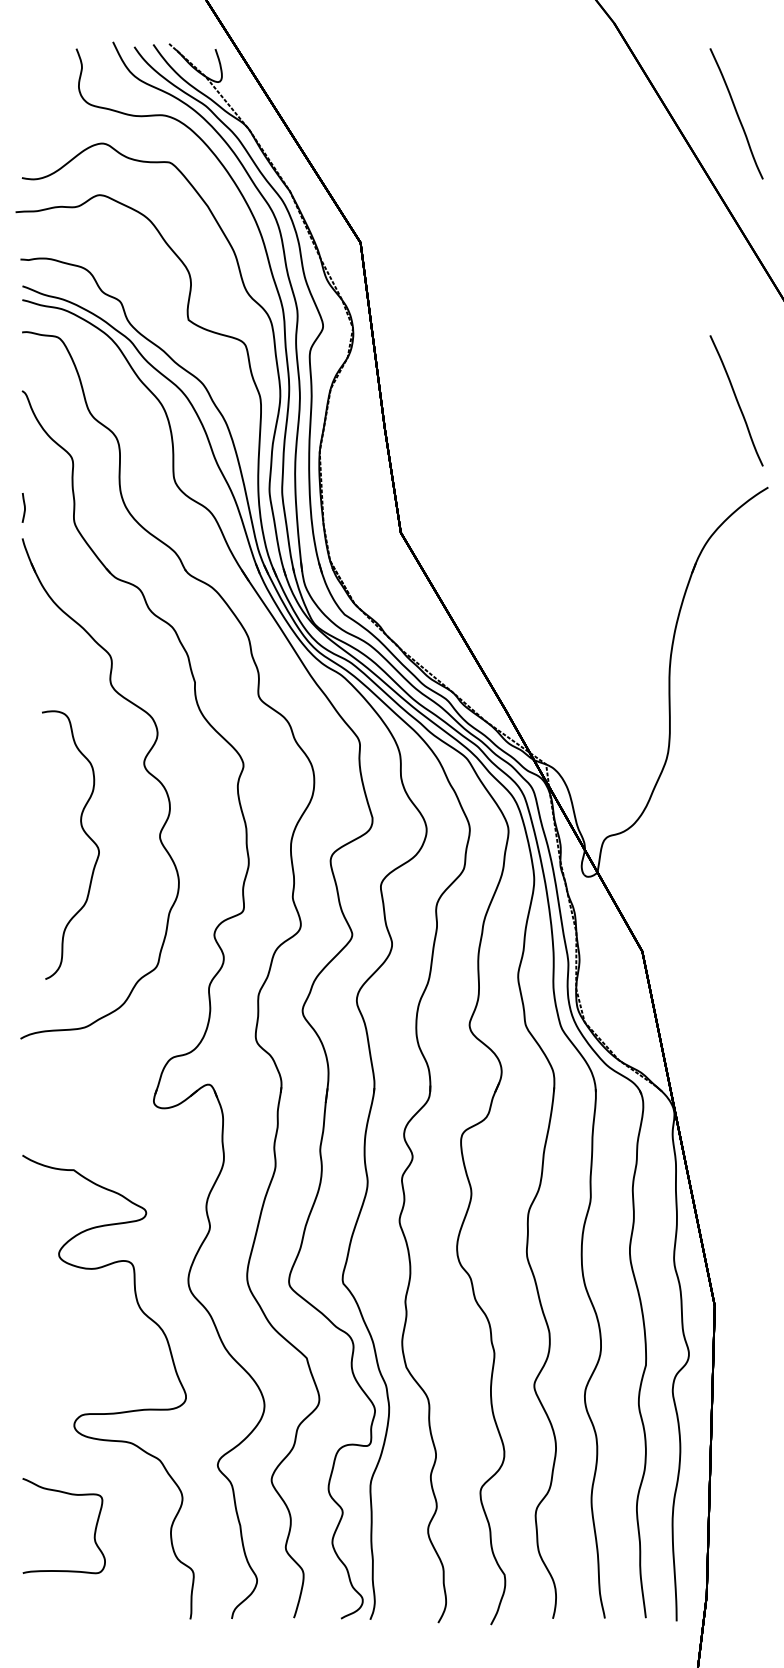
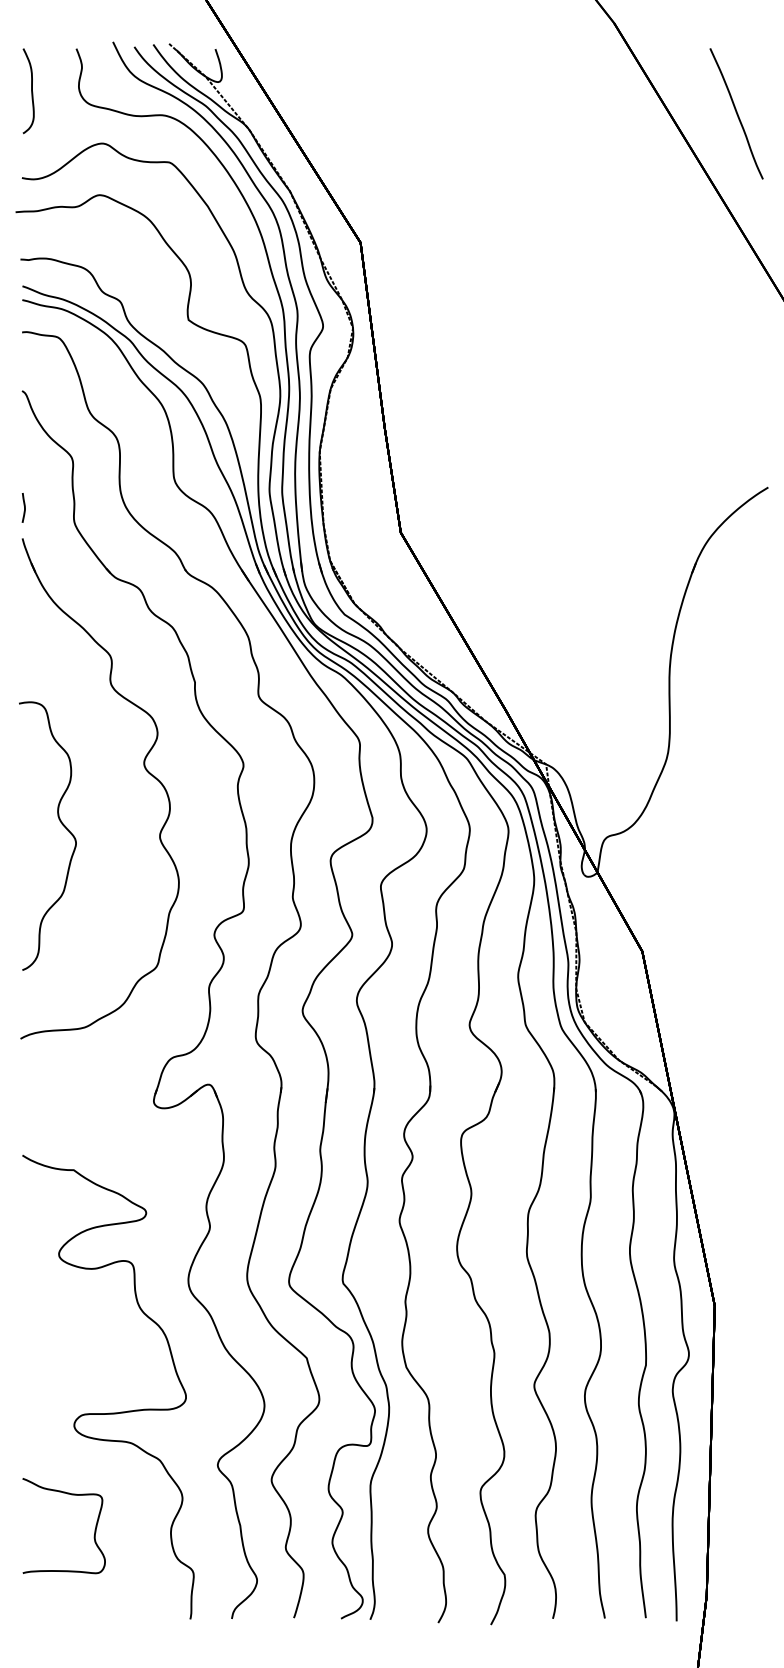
curve at (31, 91): none -> present
curve at (736, 400): present -> none
curve at (84, 833) position: (84, 833) -> (61, 824)
